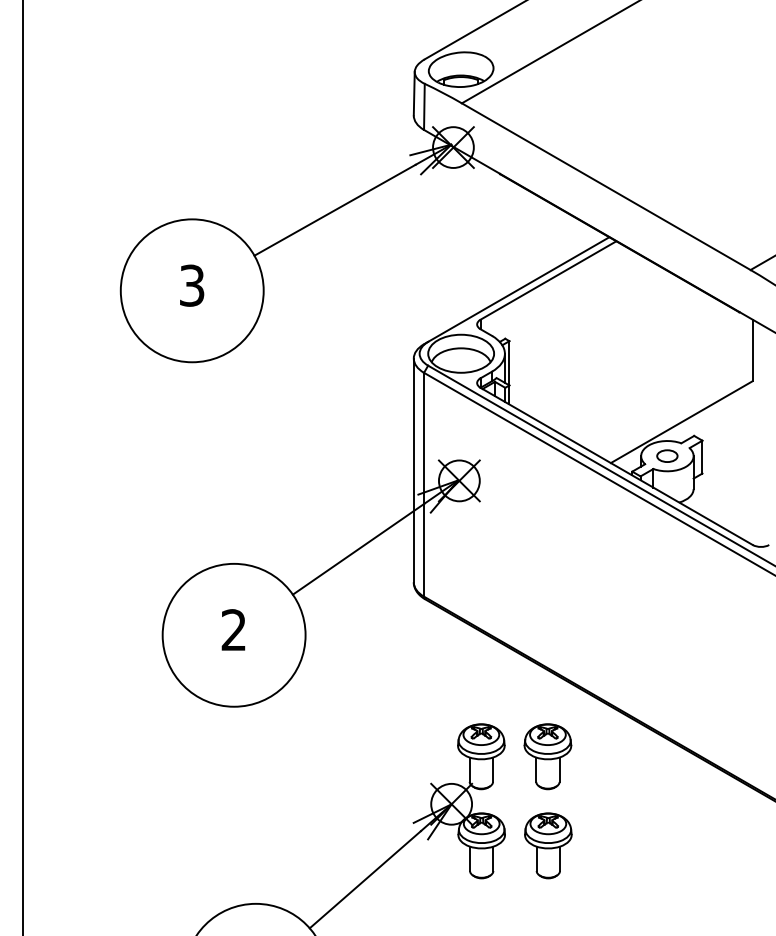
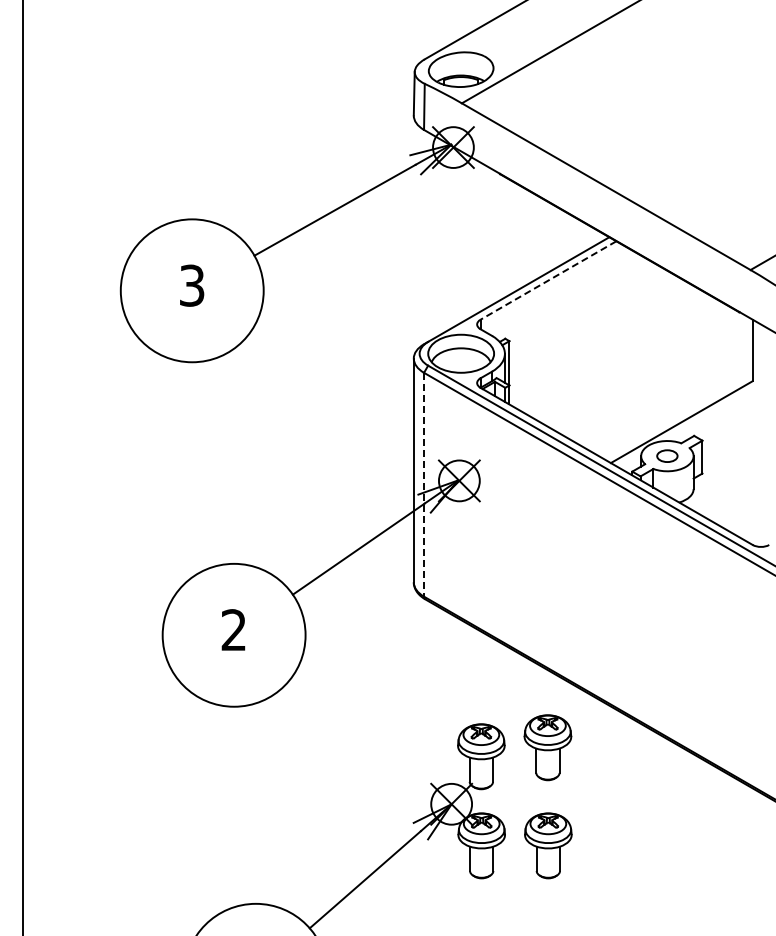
line at (548, 280): solid -> dashed
line at (424, 484): solid -> dashed
part at (547, 756) position: (547, 756) -> (547, 747)
